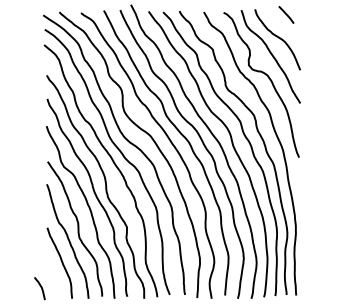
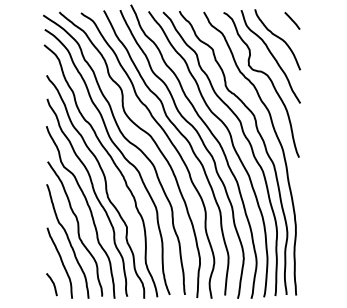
line at (286, 14) position: (286, 14) -> (292, 20)
curve at (40, 287) position: (40, 287) -> (52, 283)
